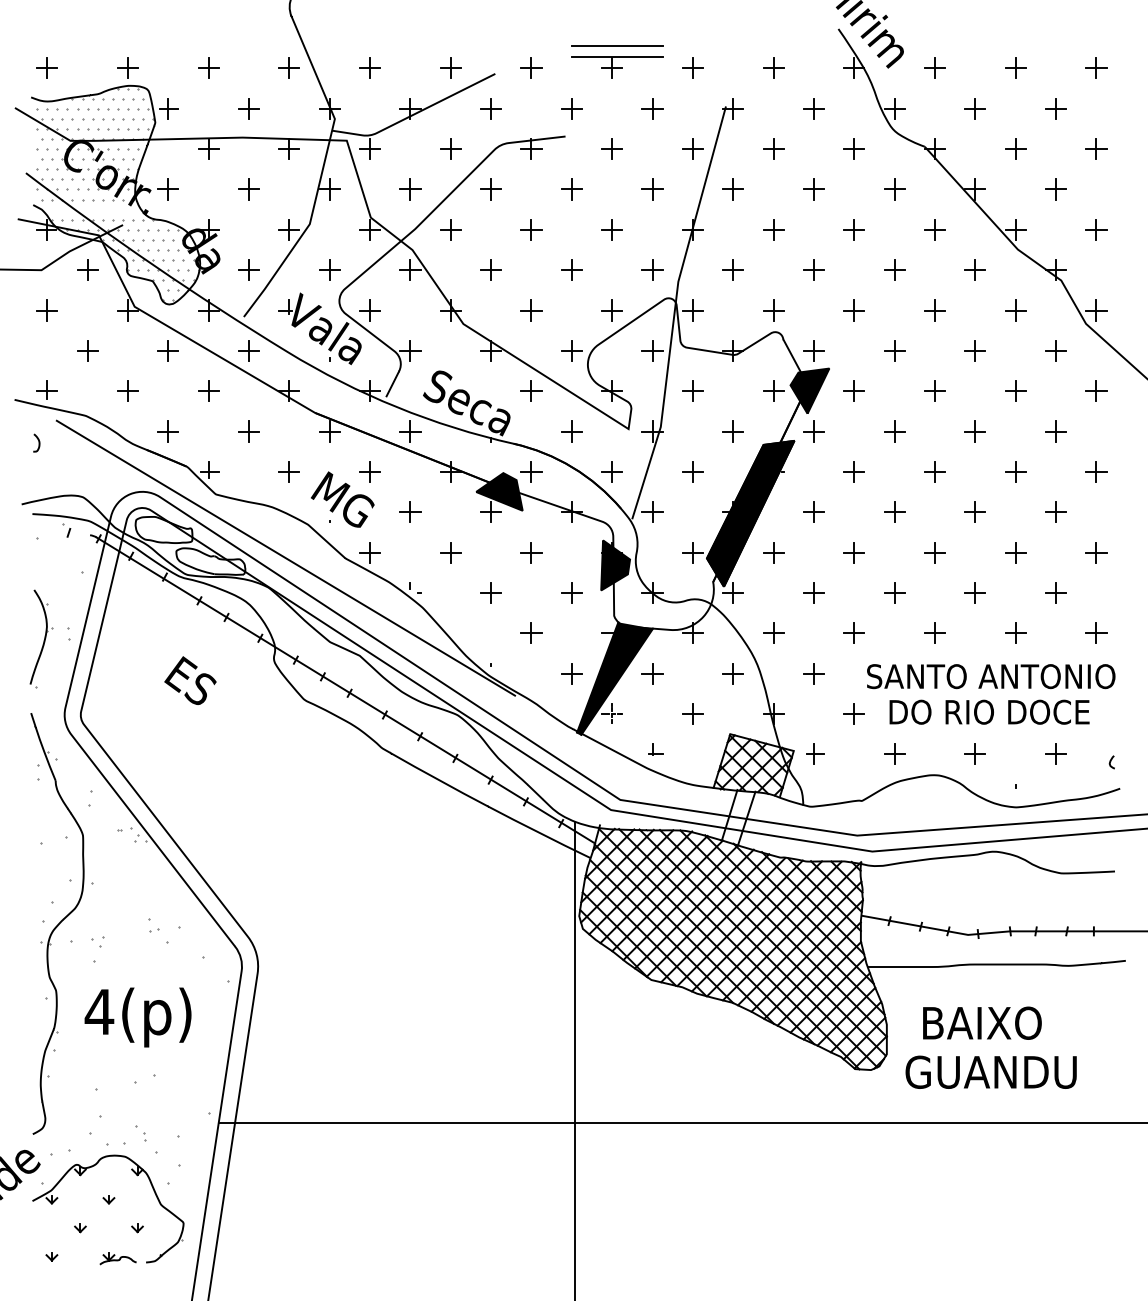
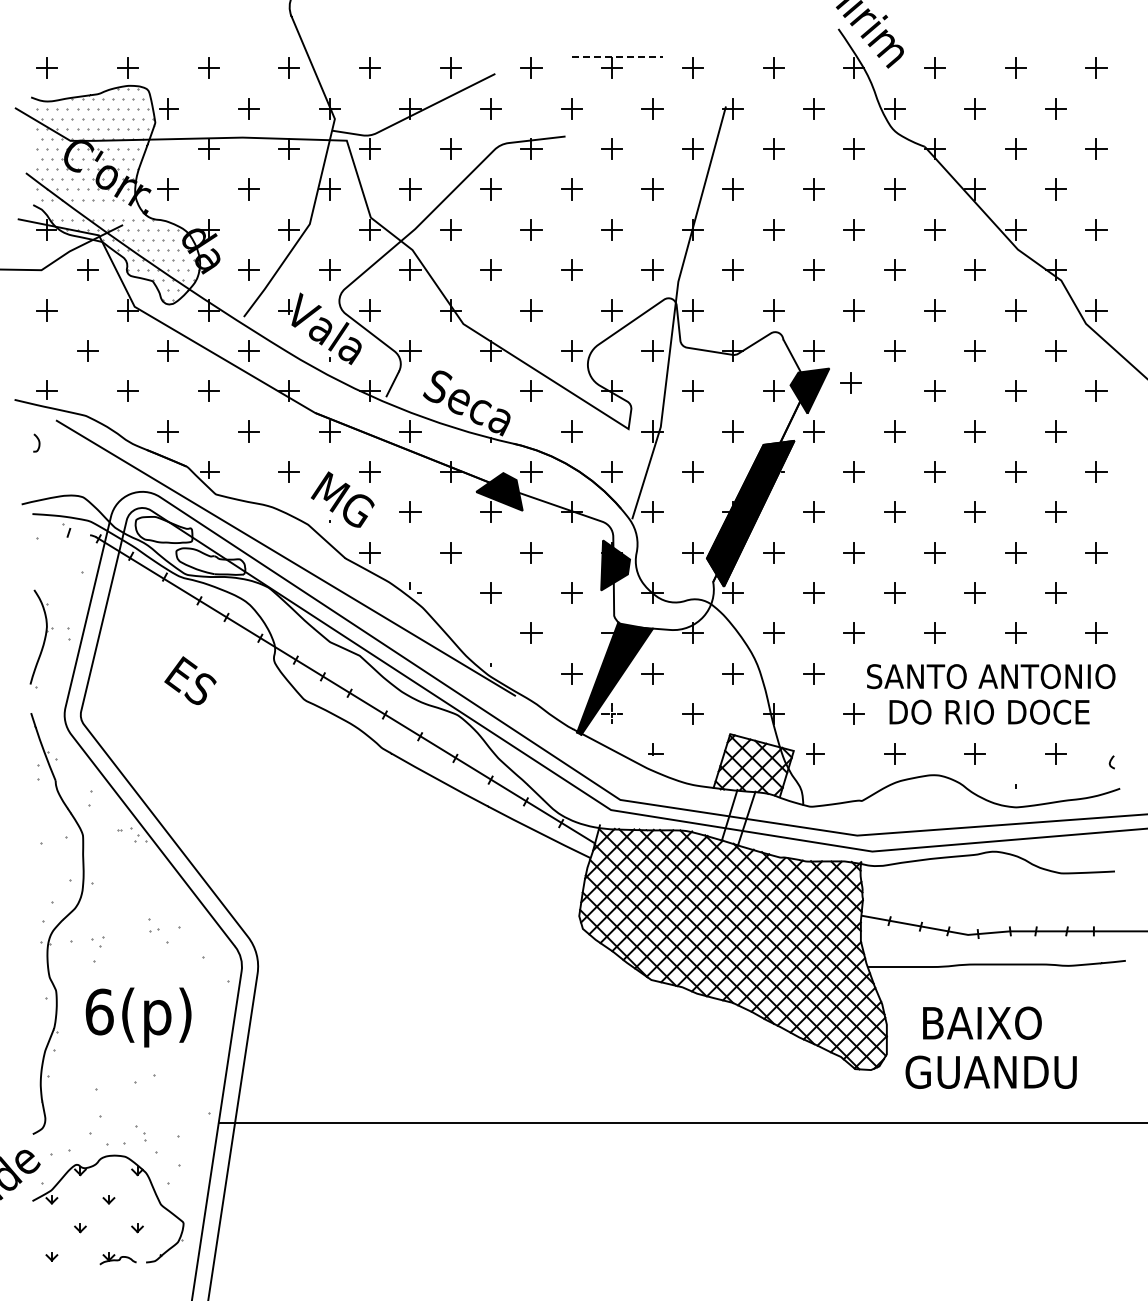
line at (617, 45): present -> none
line at (618, 56): solid -> dashed
part at (853, 390) position: (853, 390) -> (850, 382)
text at (99, 1011): 4(p) -> 6(p)
line at (575, 1059): present -> none
